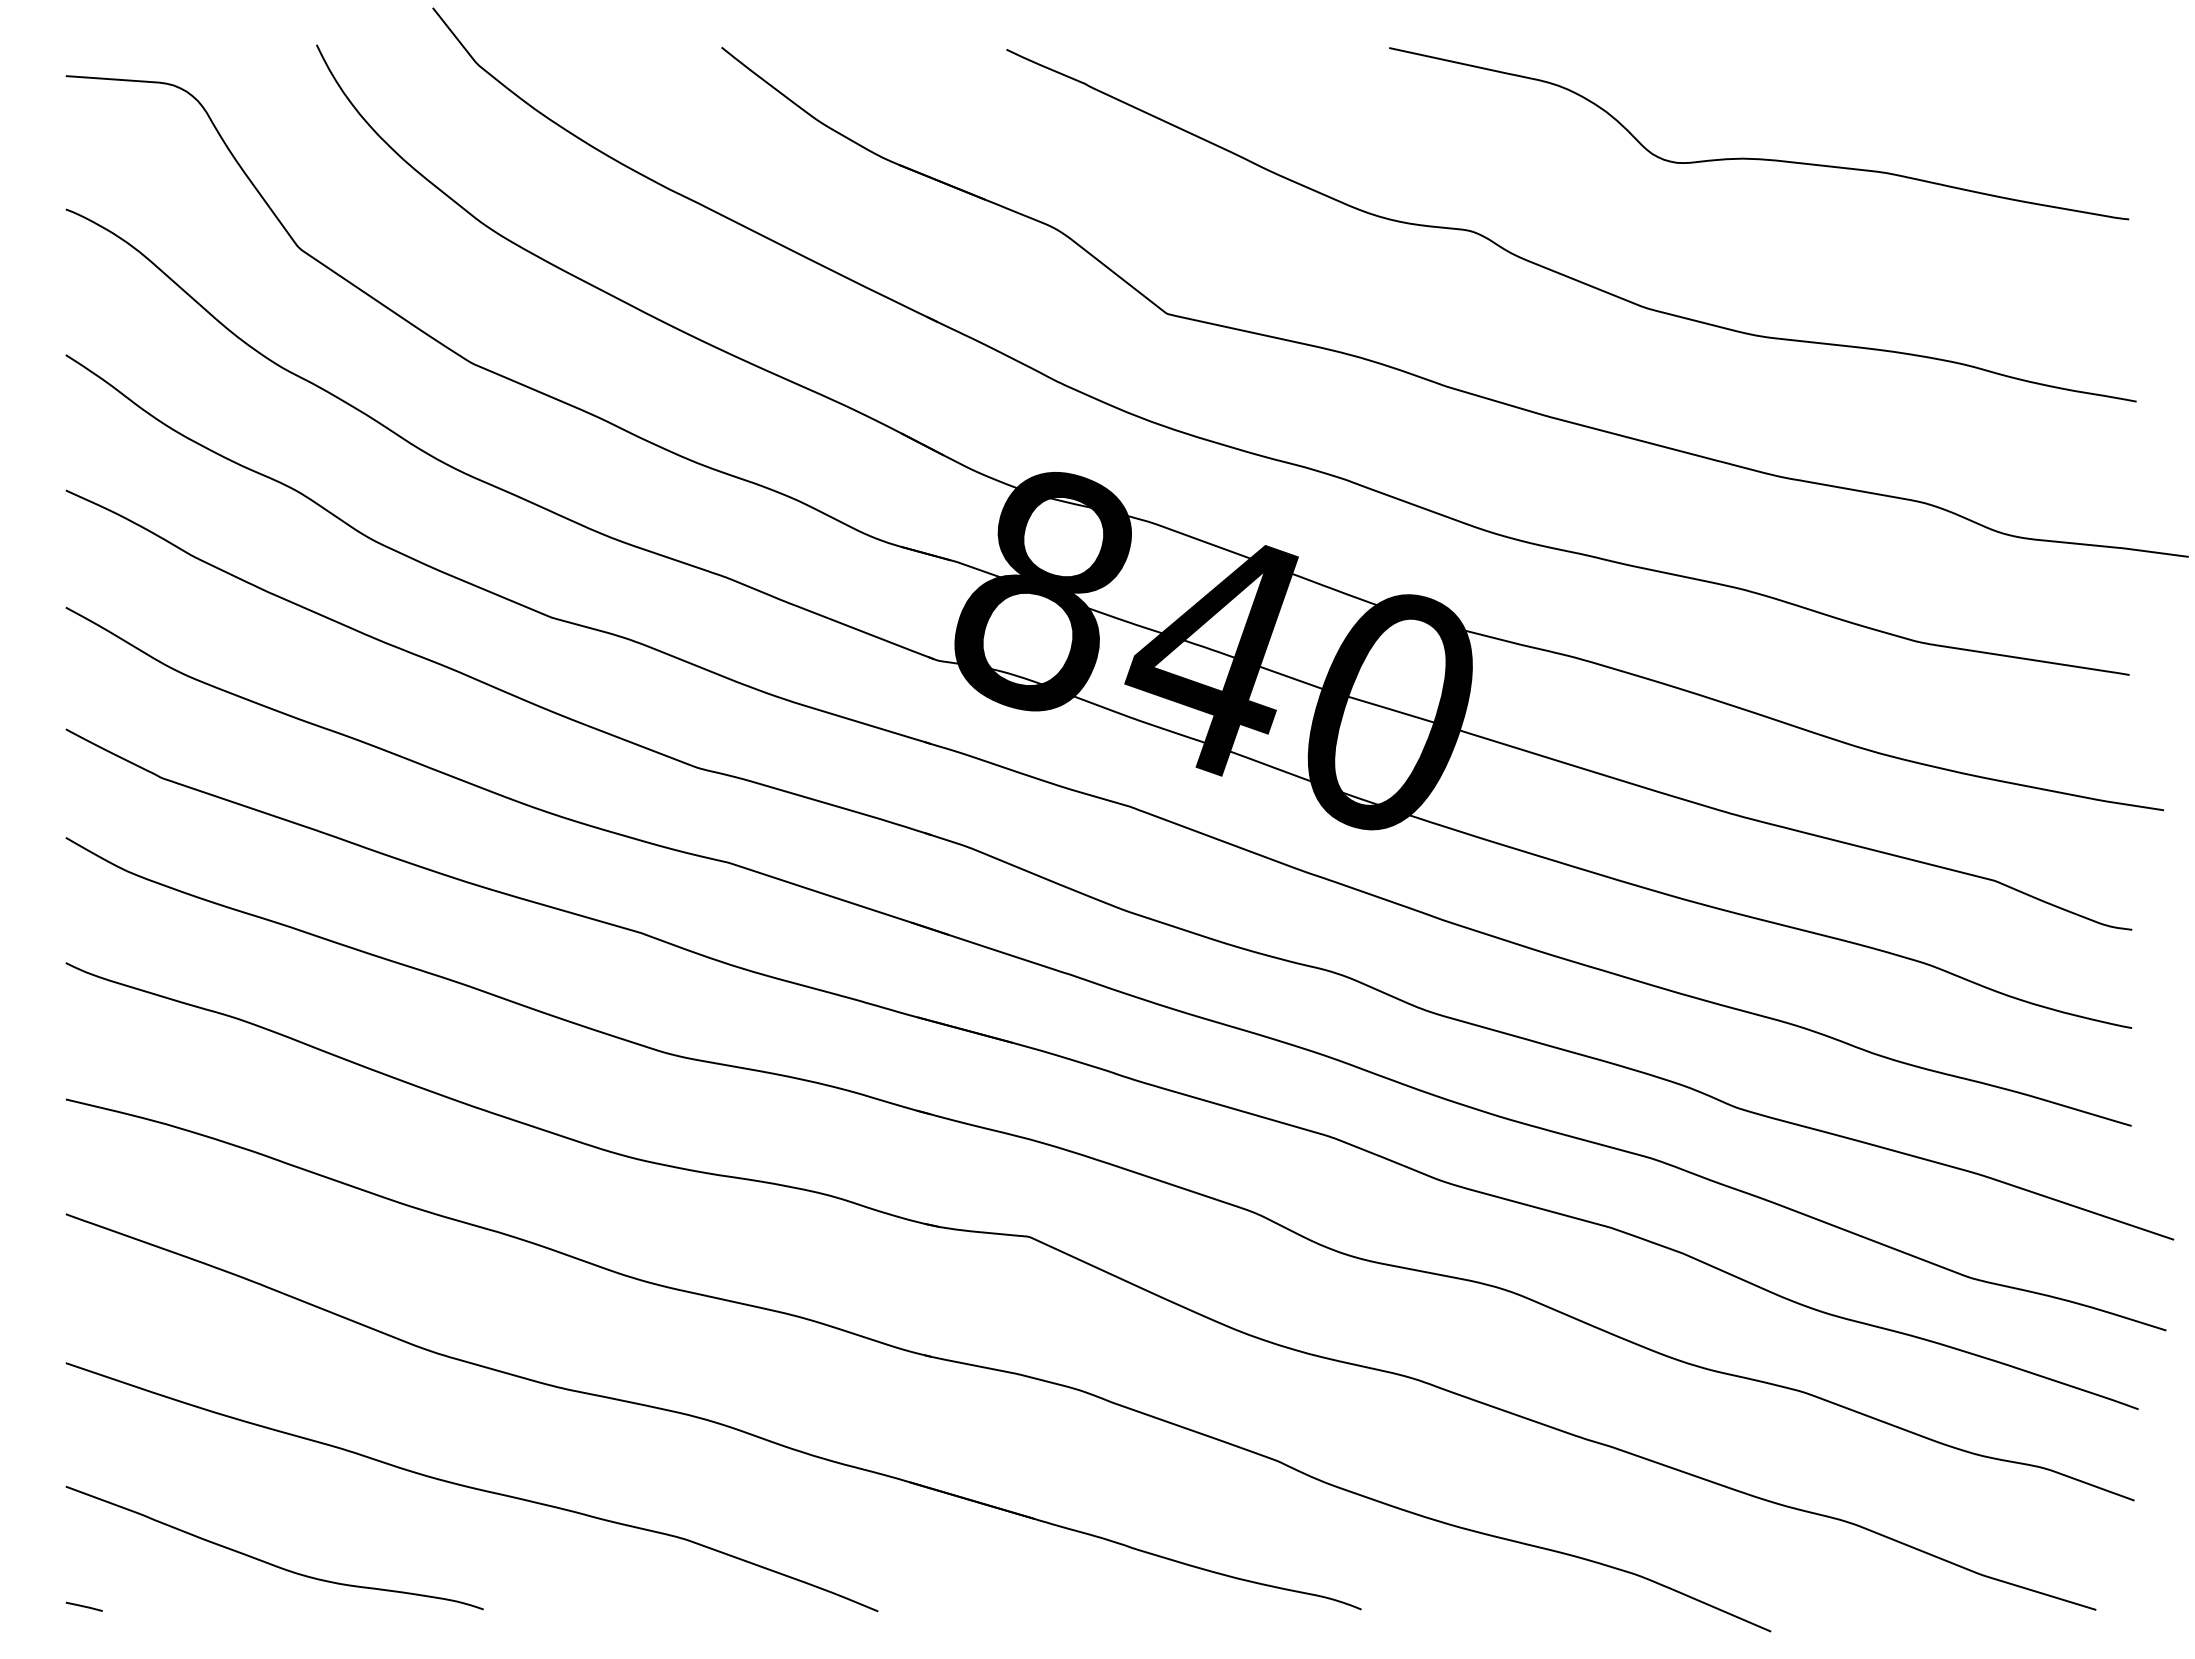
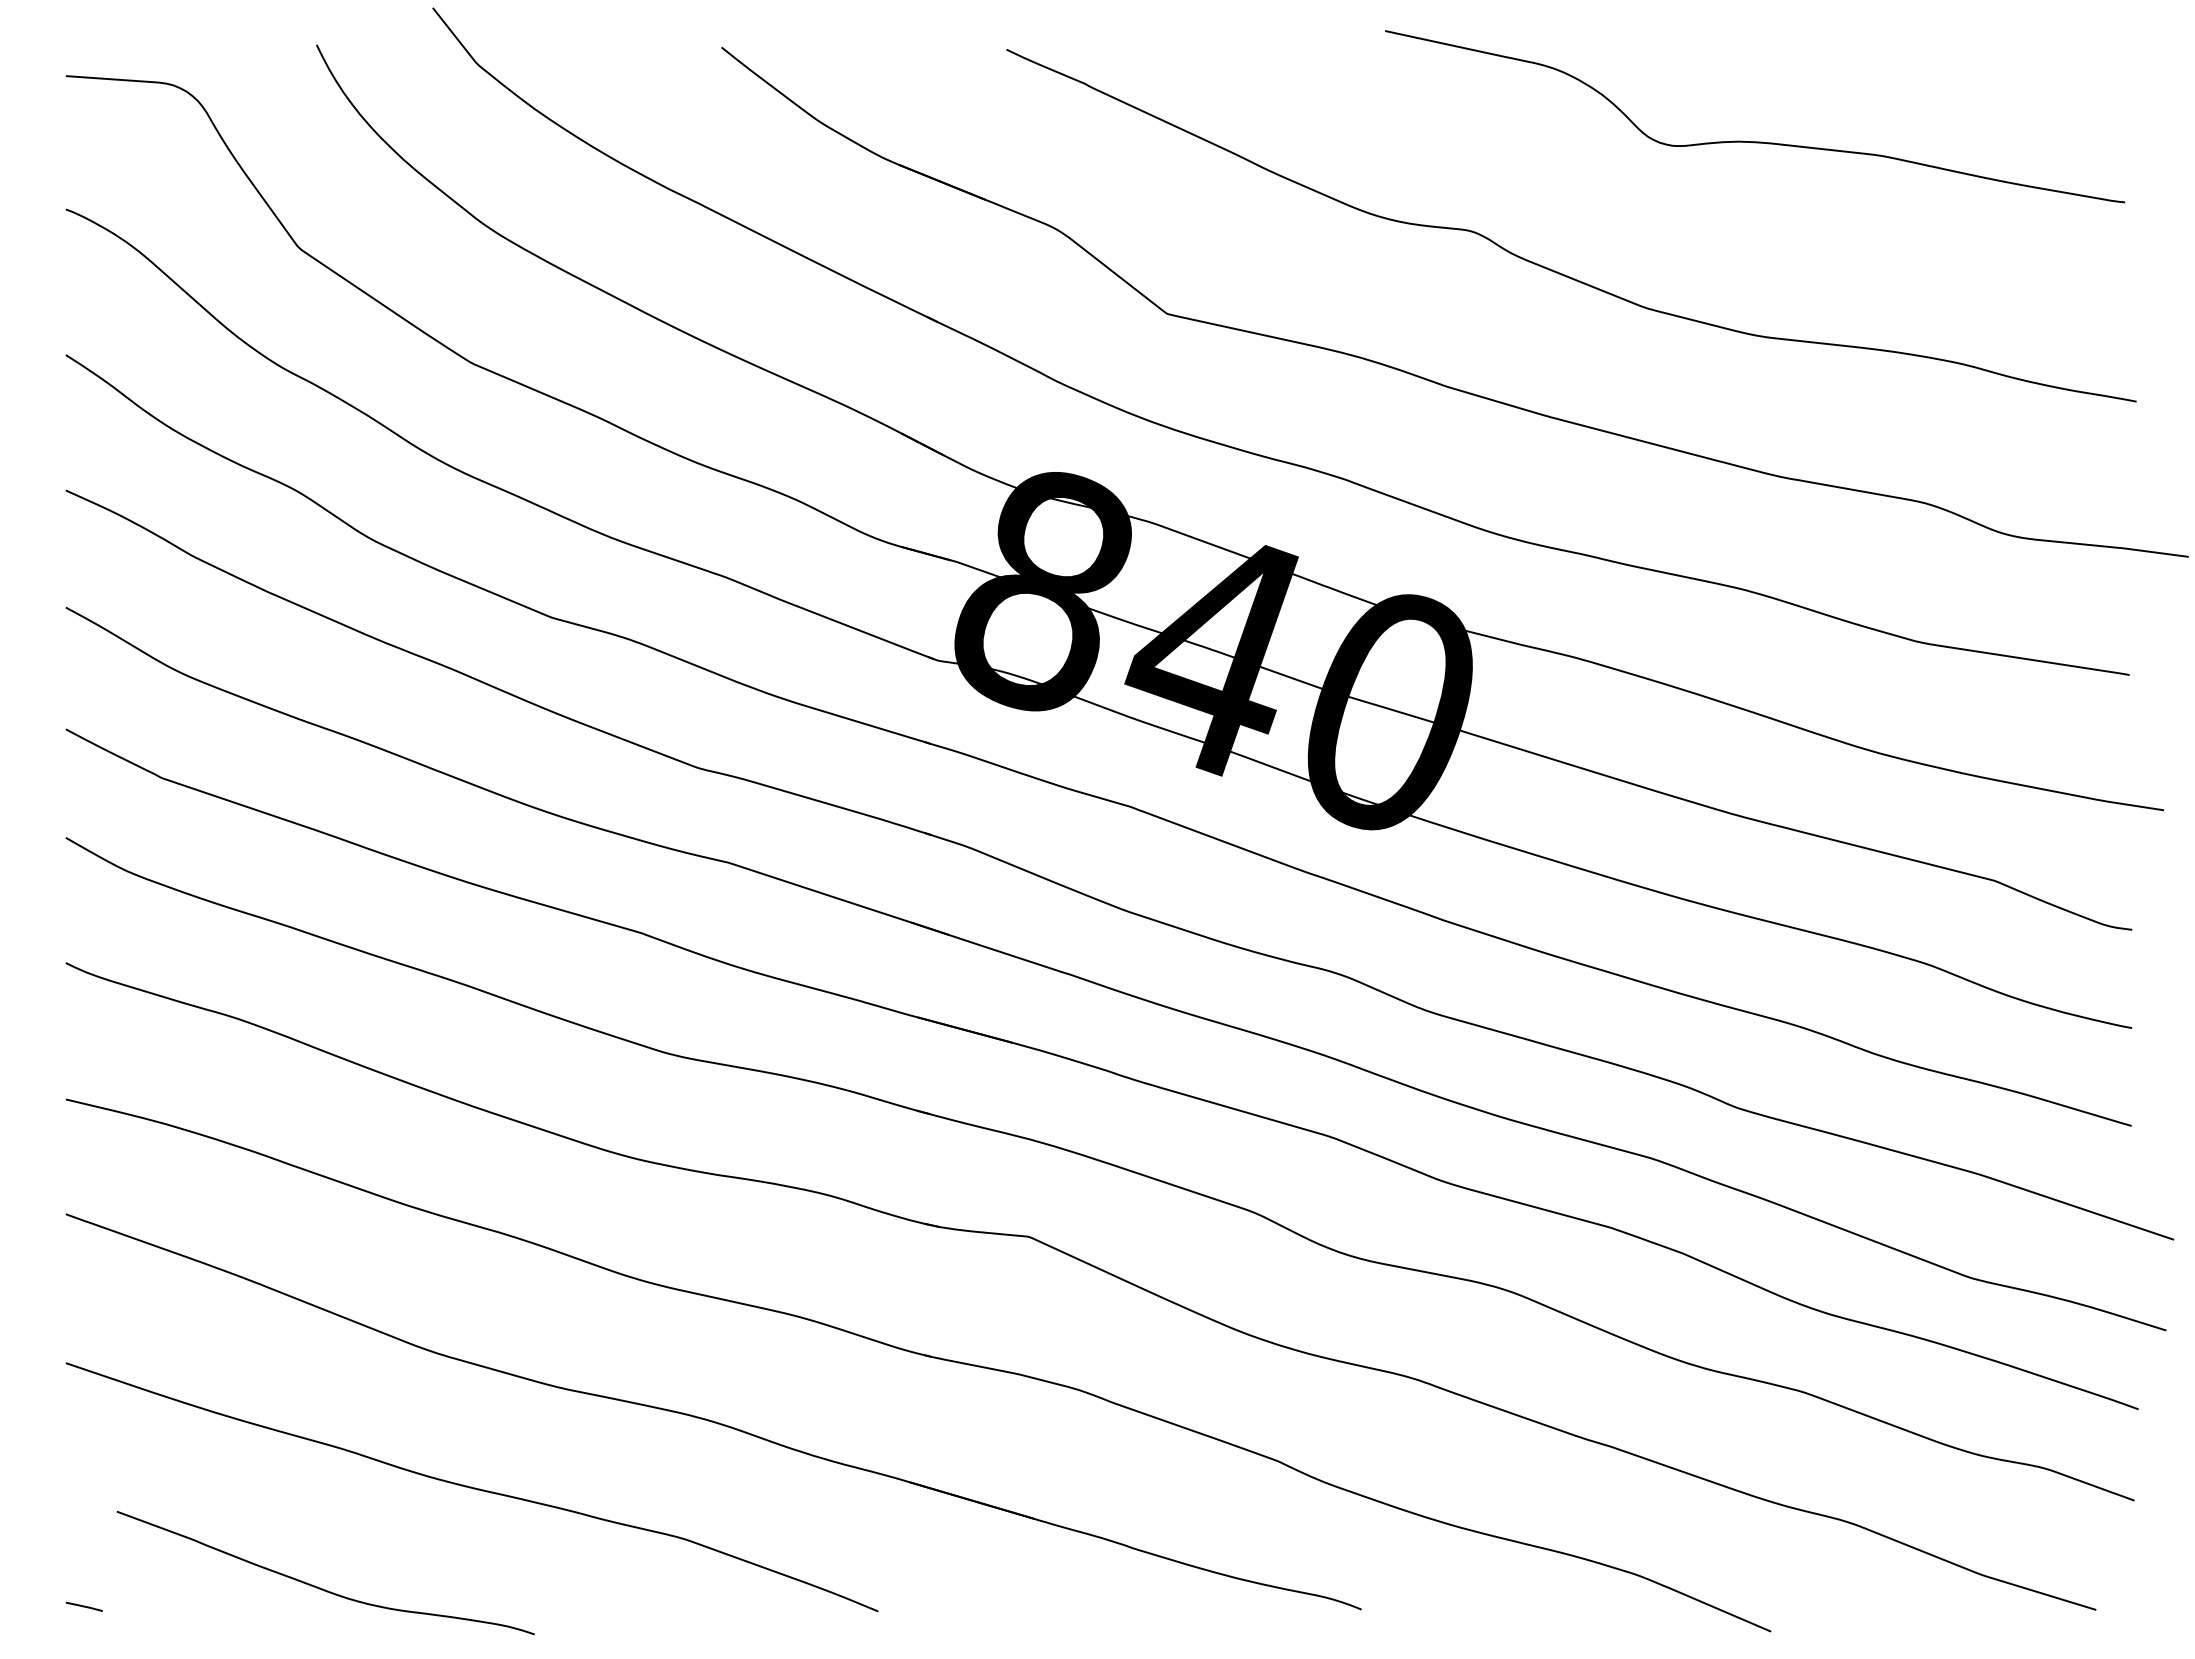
curve at (1759, 158) position: (1759, 158) -> (1755, 141)
curve at (269, 1562) position: (269, 1562) -> (320, 1587)
